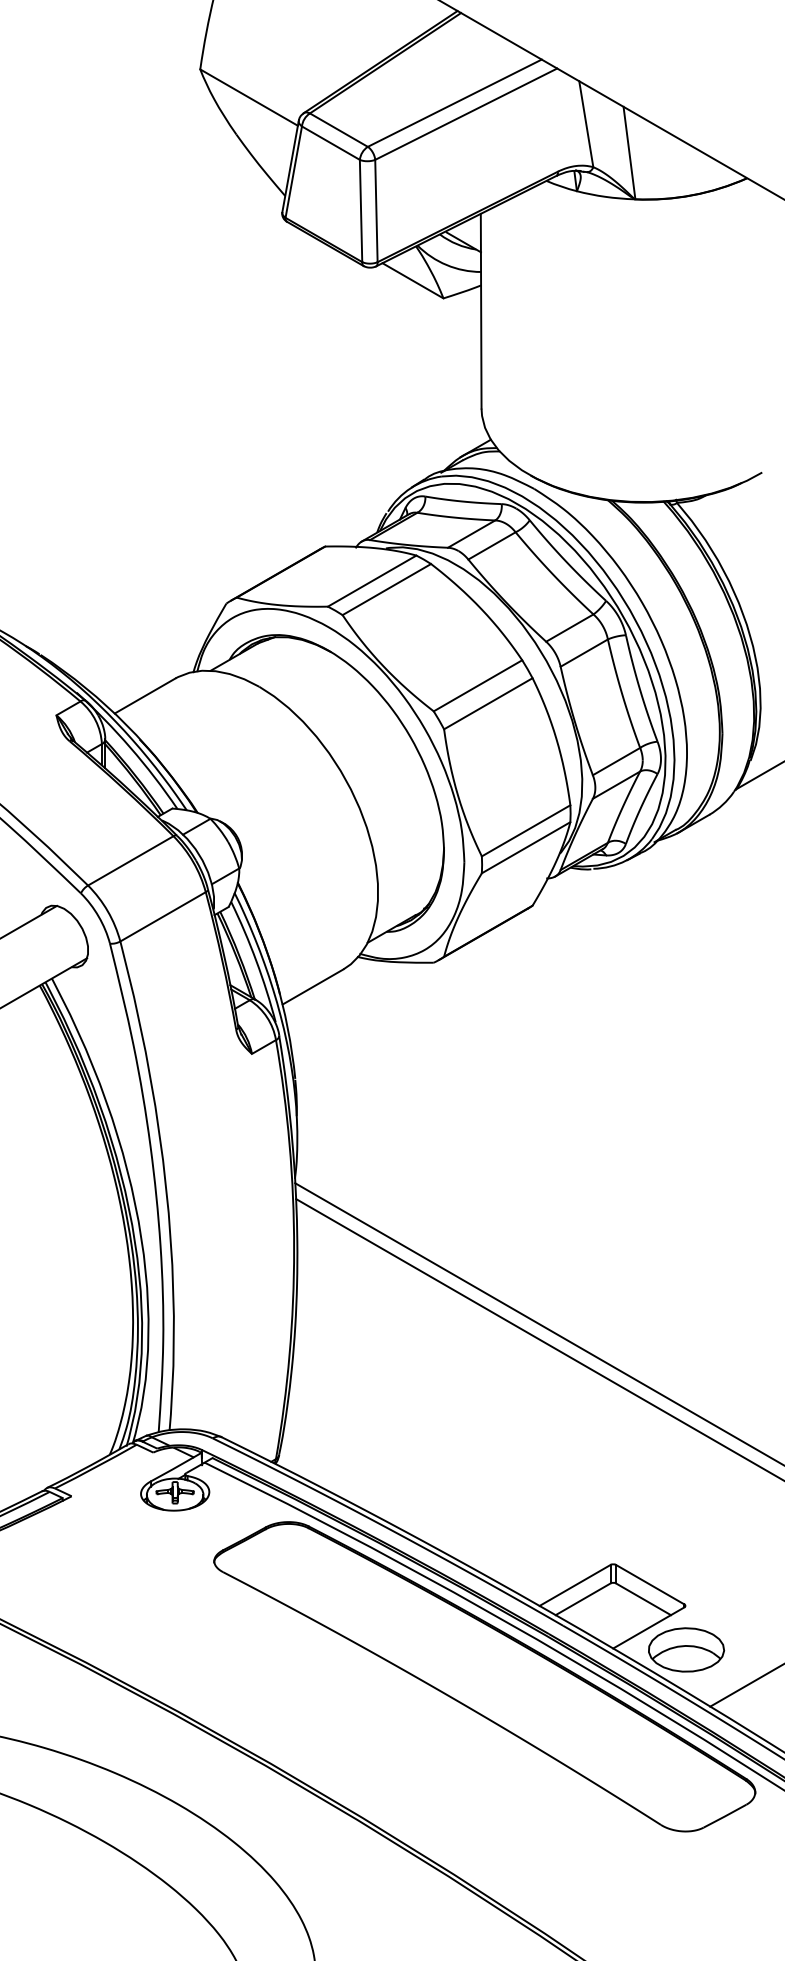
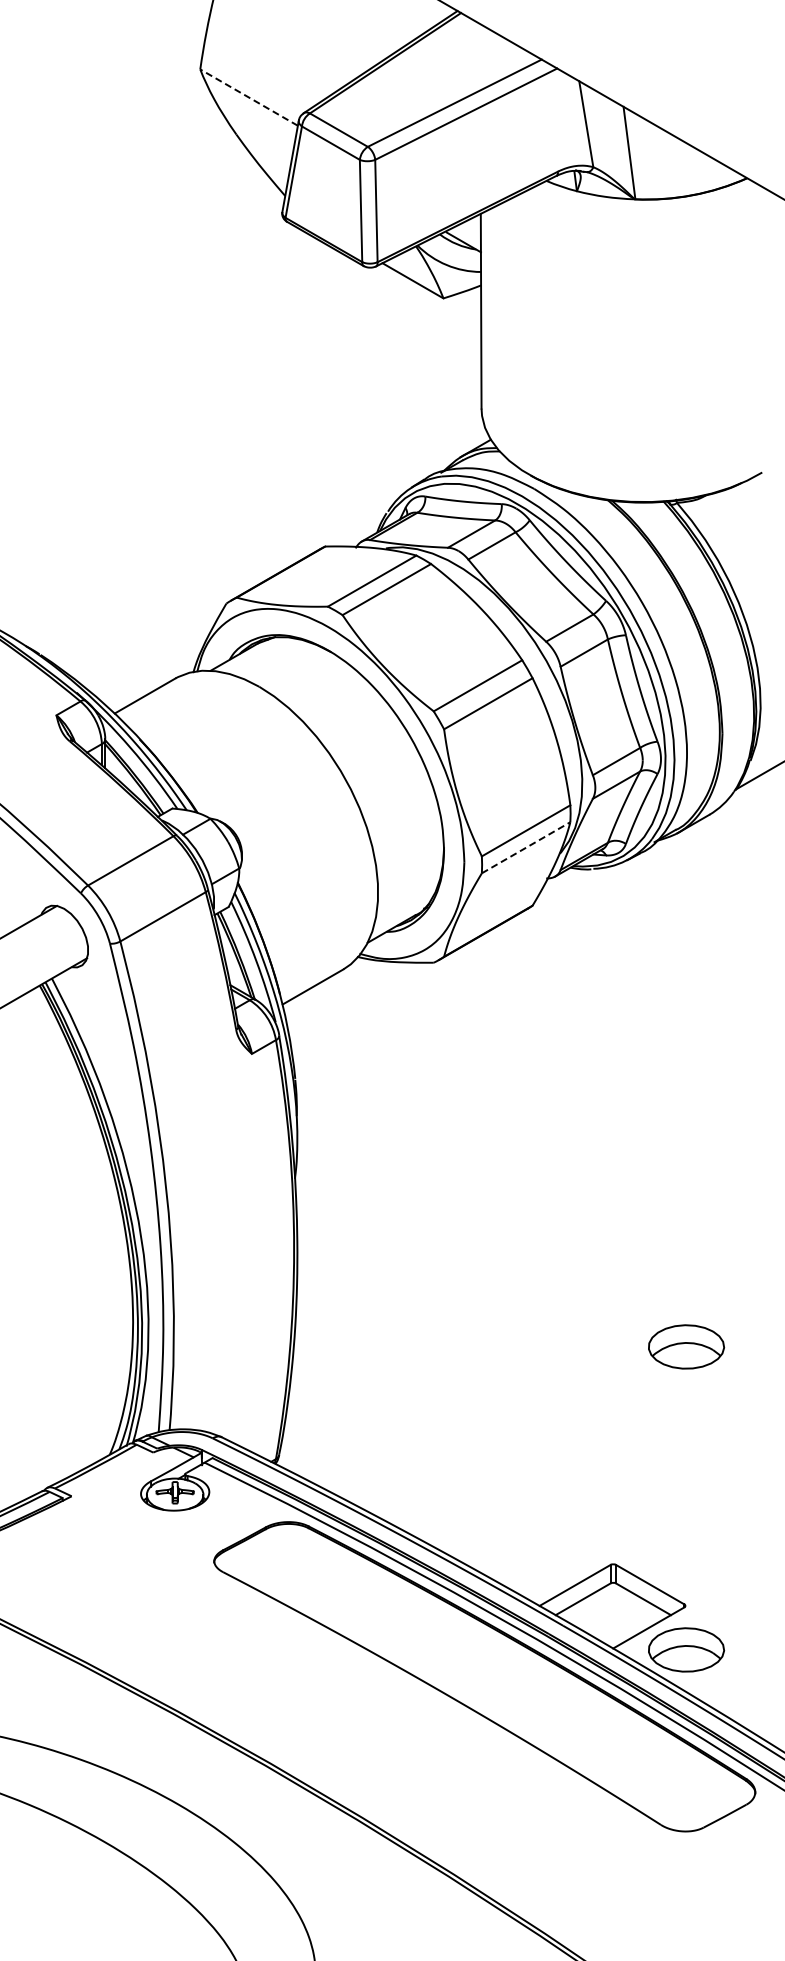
line at (248, 97): solid -> dashed
line at (526, 847): solid -> dashed
line at (538, 1323): present -> none
line at (538, 1339): present -> none
part at (686, 1346): none -> present
line at (745, 1685): present -> none
